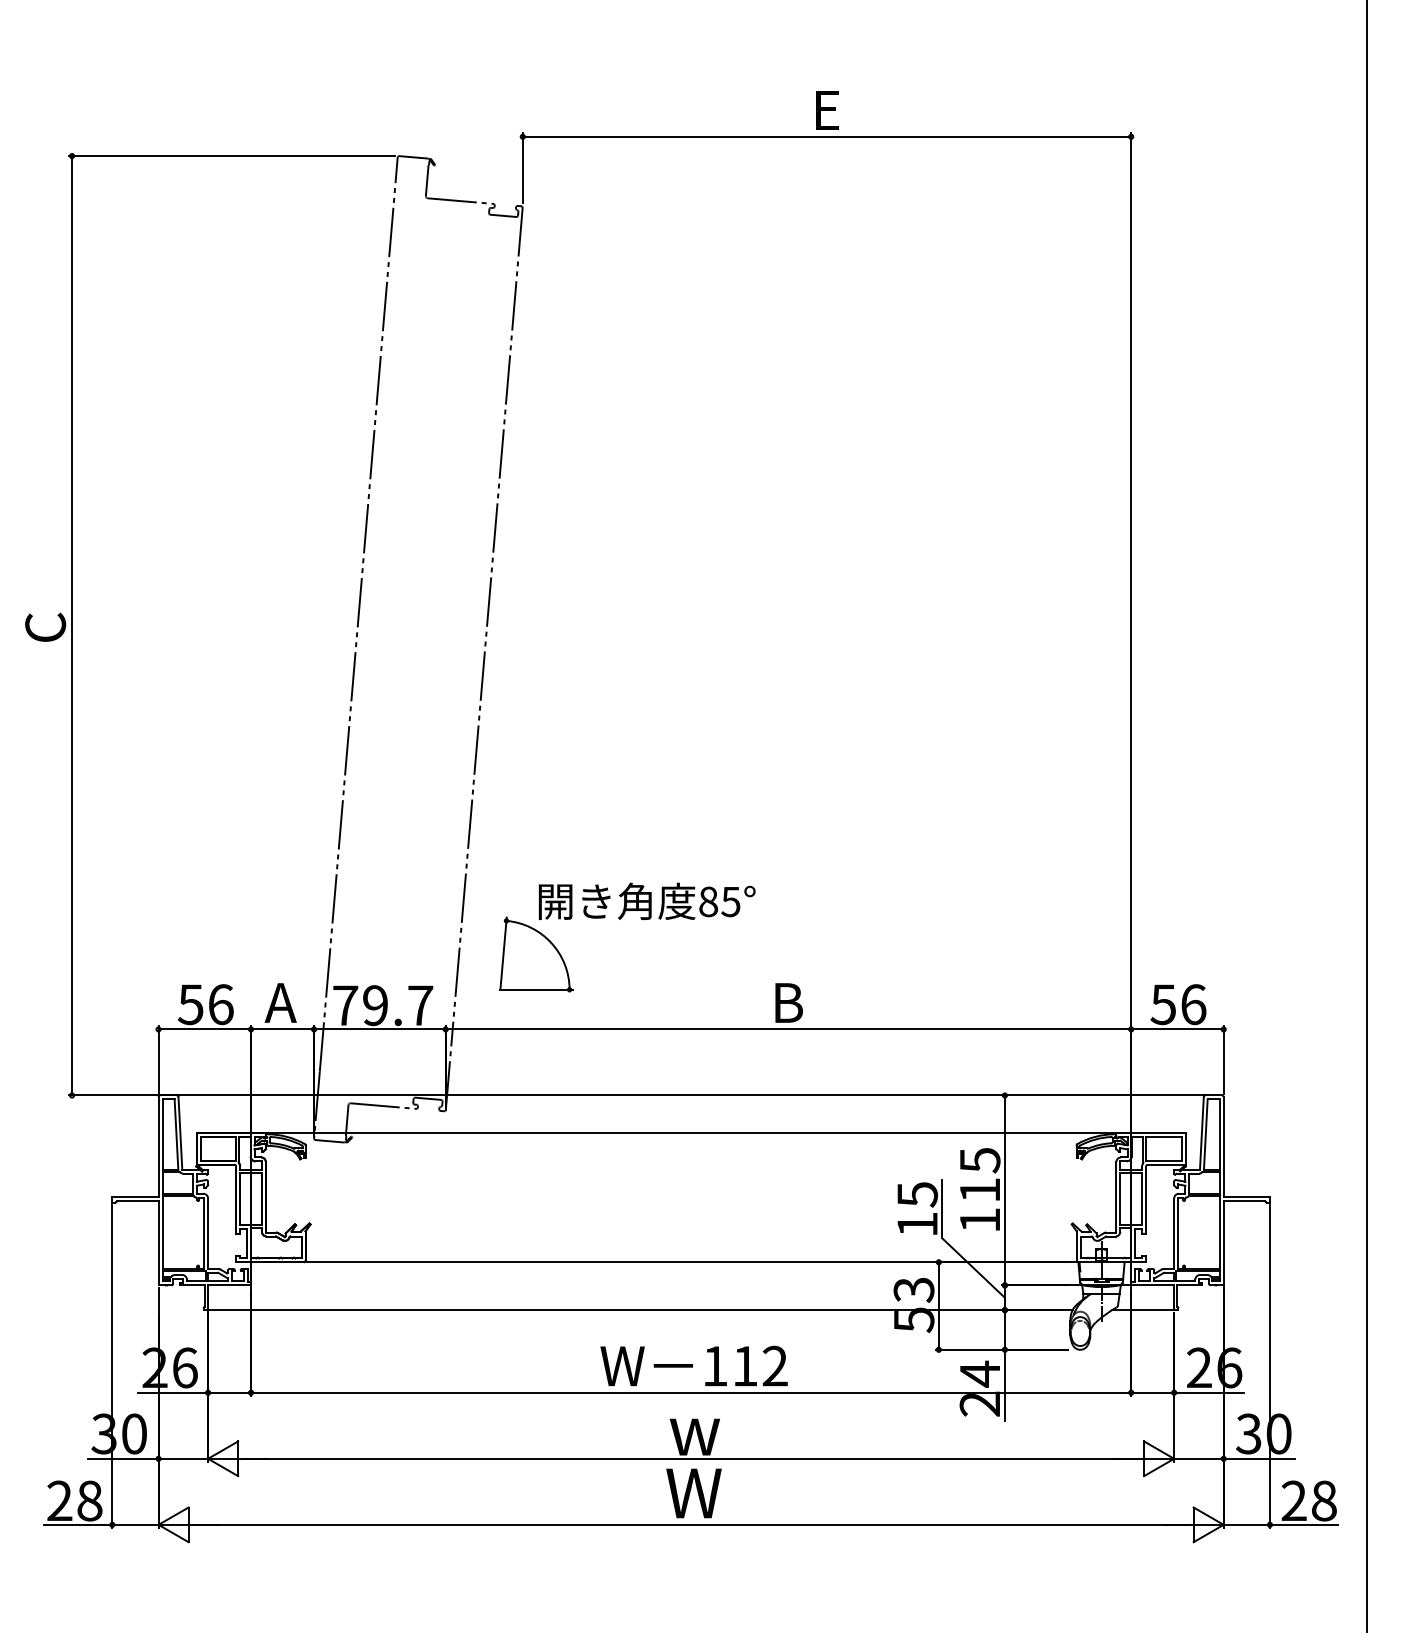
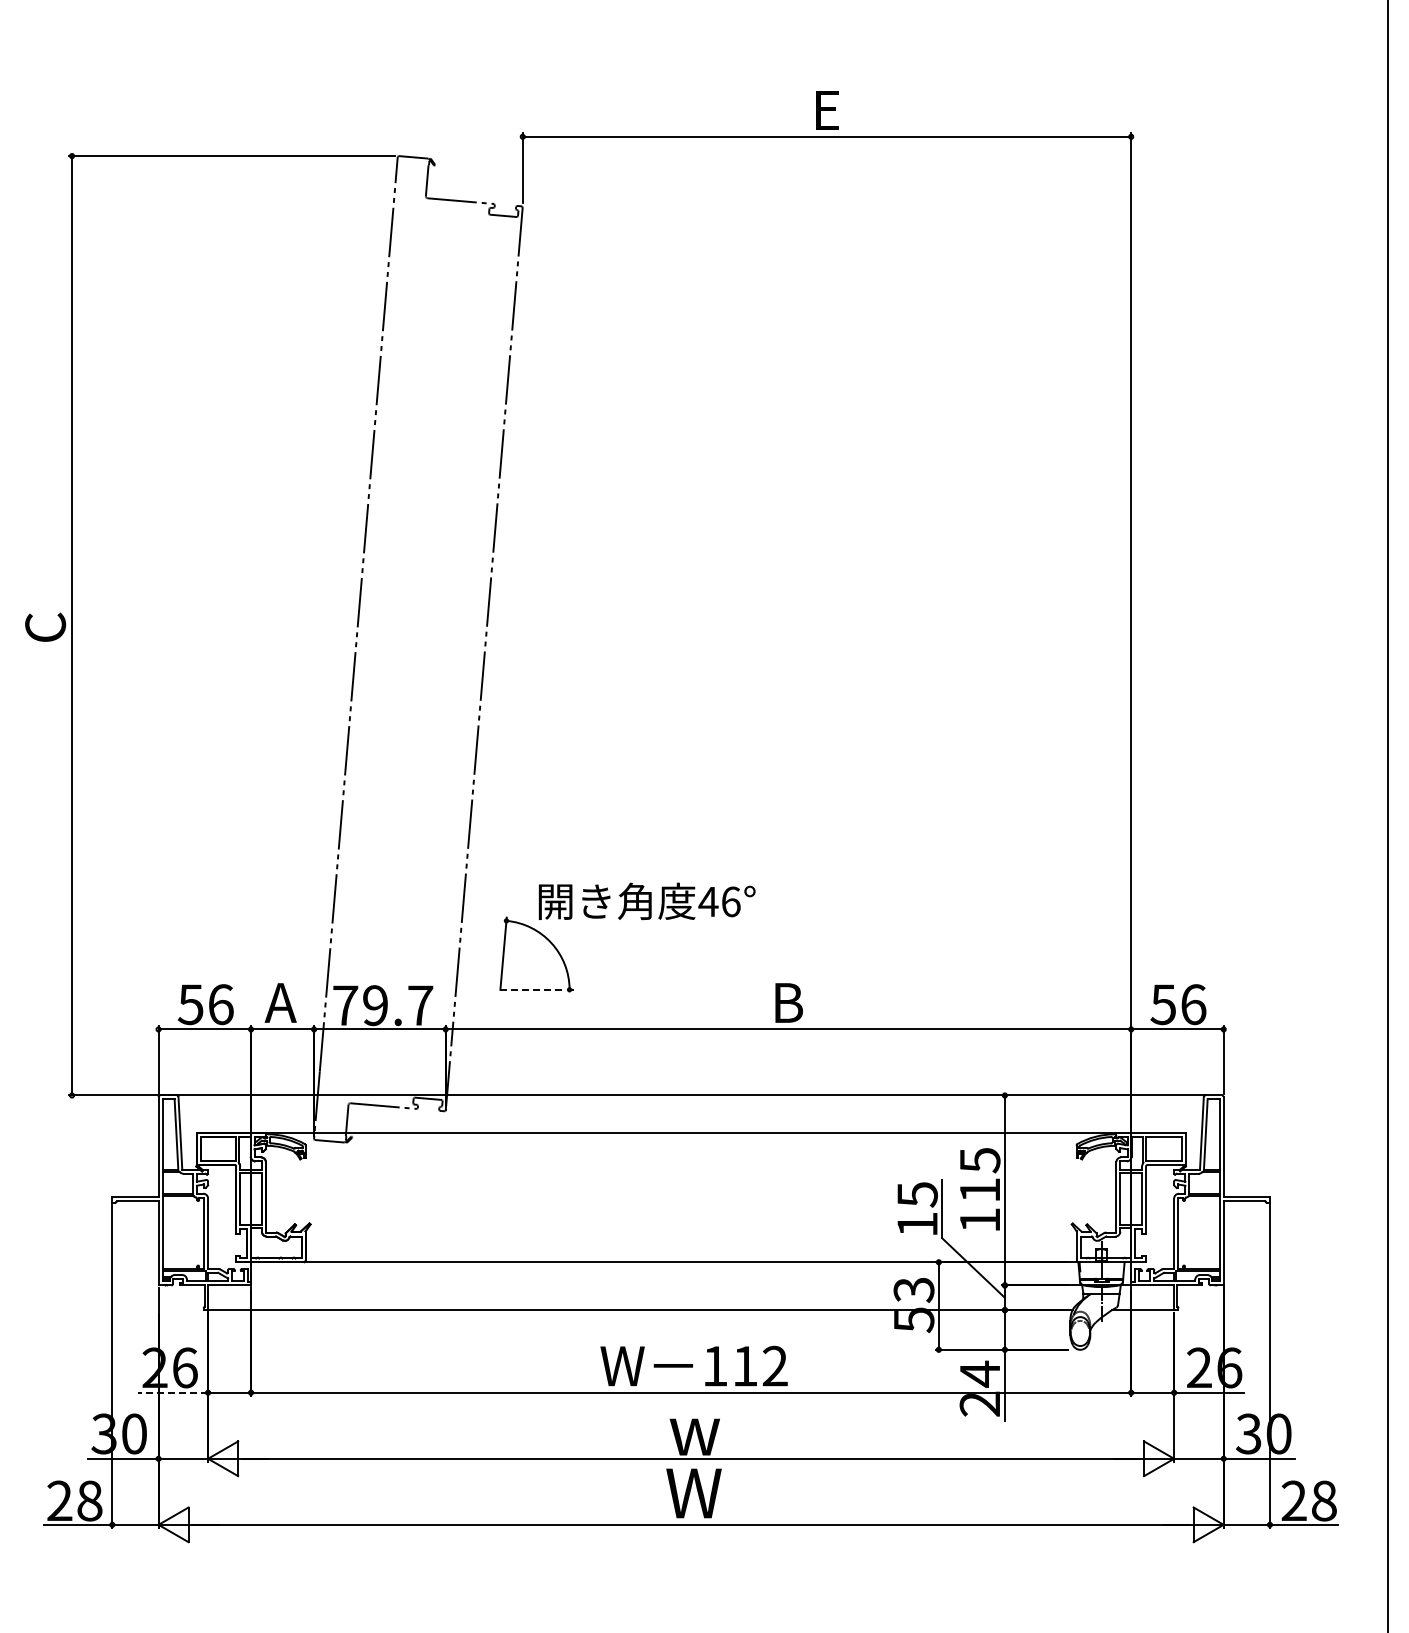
line at (1366, 815) position: (1366, 815) -> (1387, 815)
text at (719, 901): 85° -> 46°
line at (533, 989): solid -> dashed
line at (173, 1392): solid -> dashed
